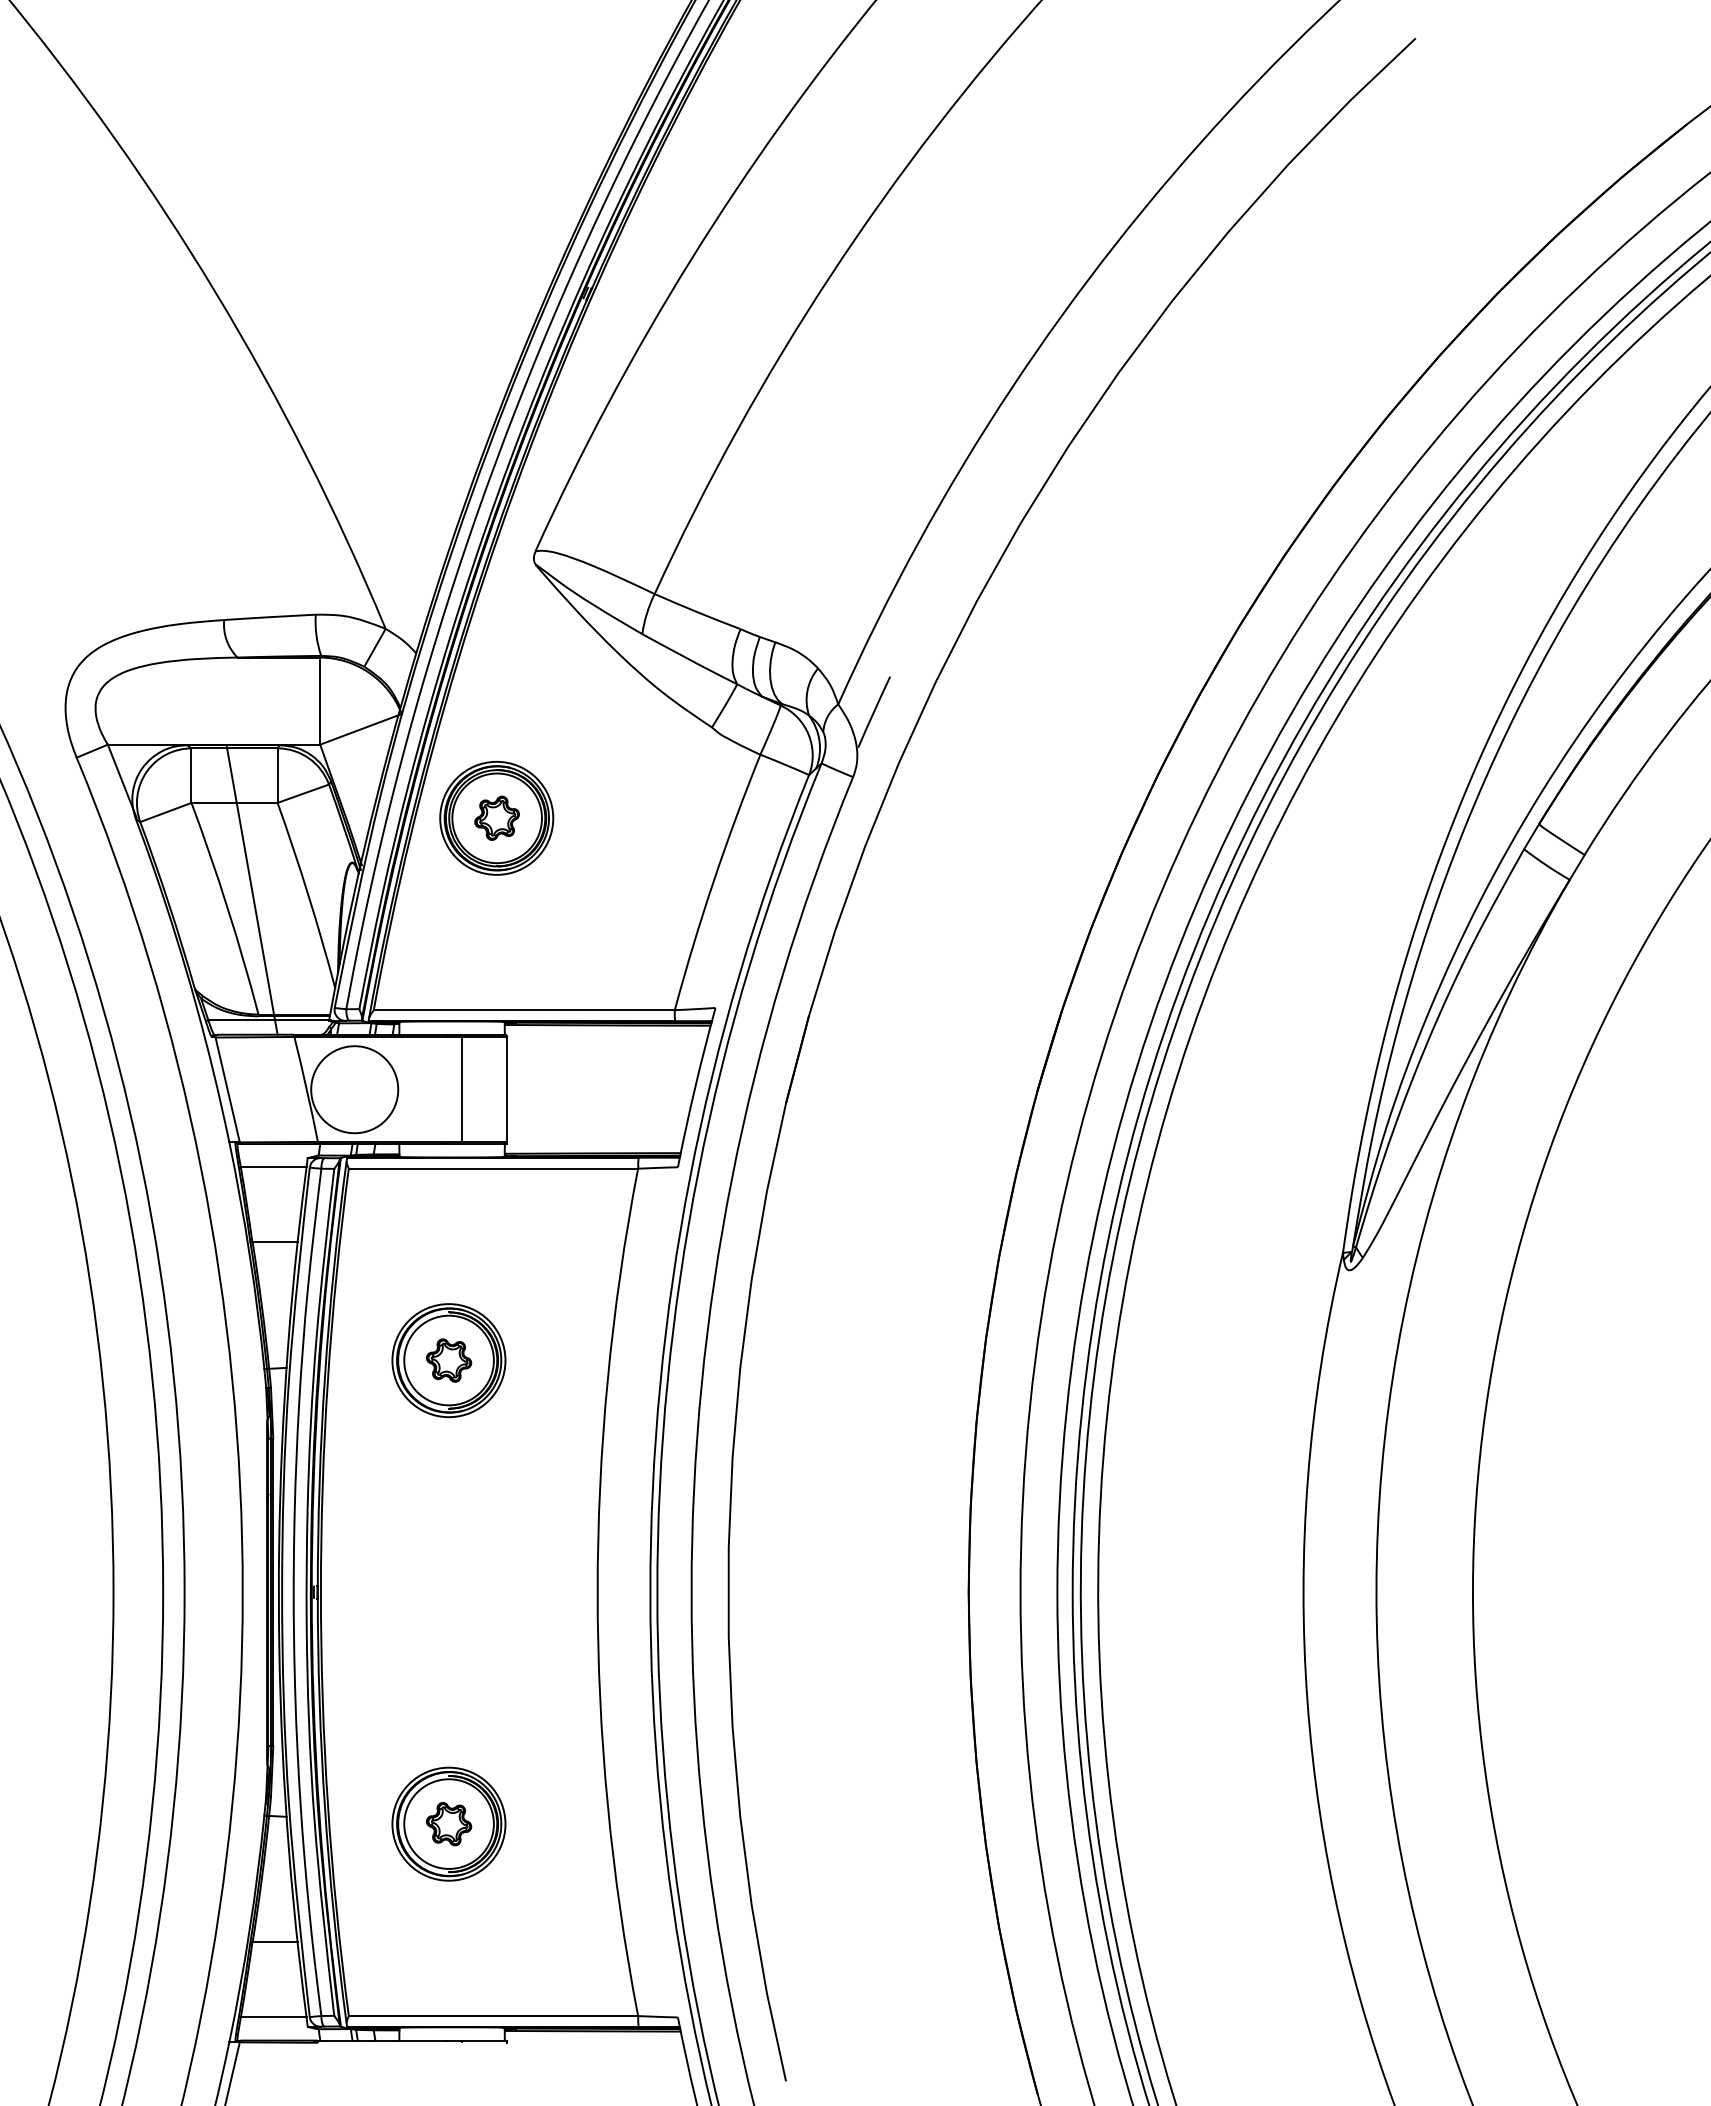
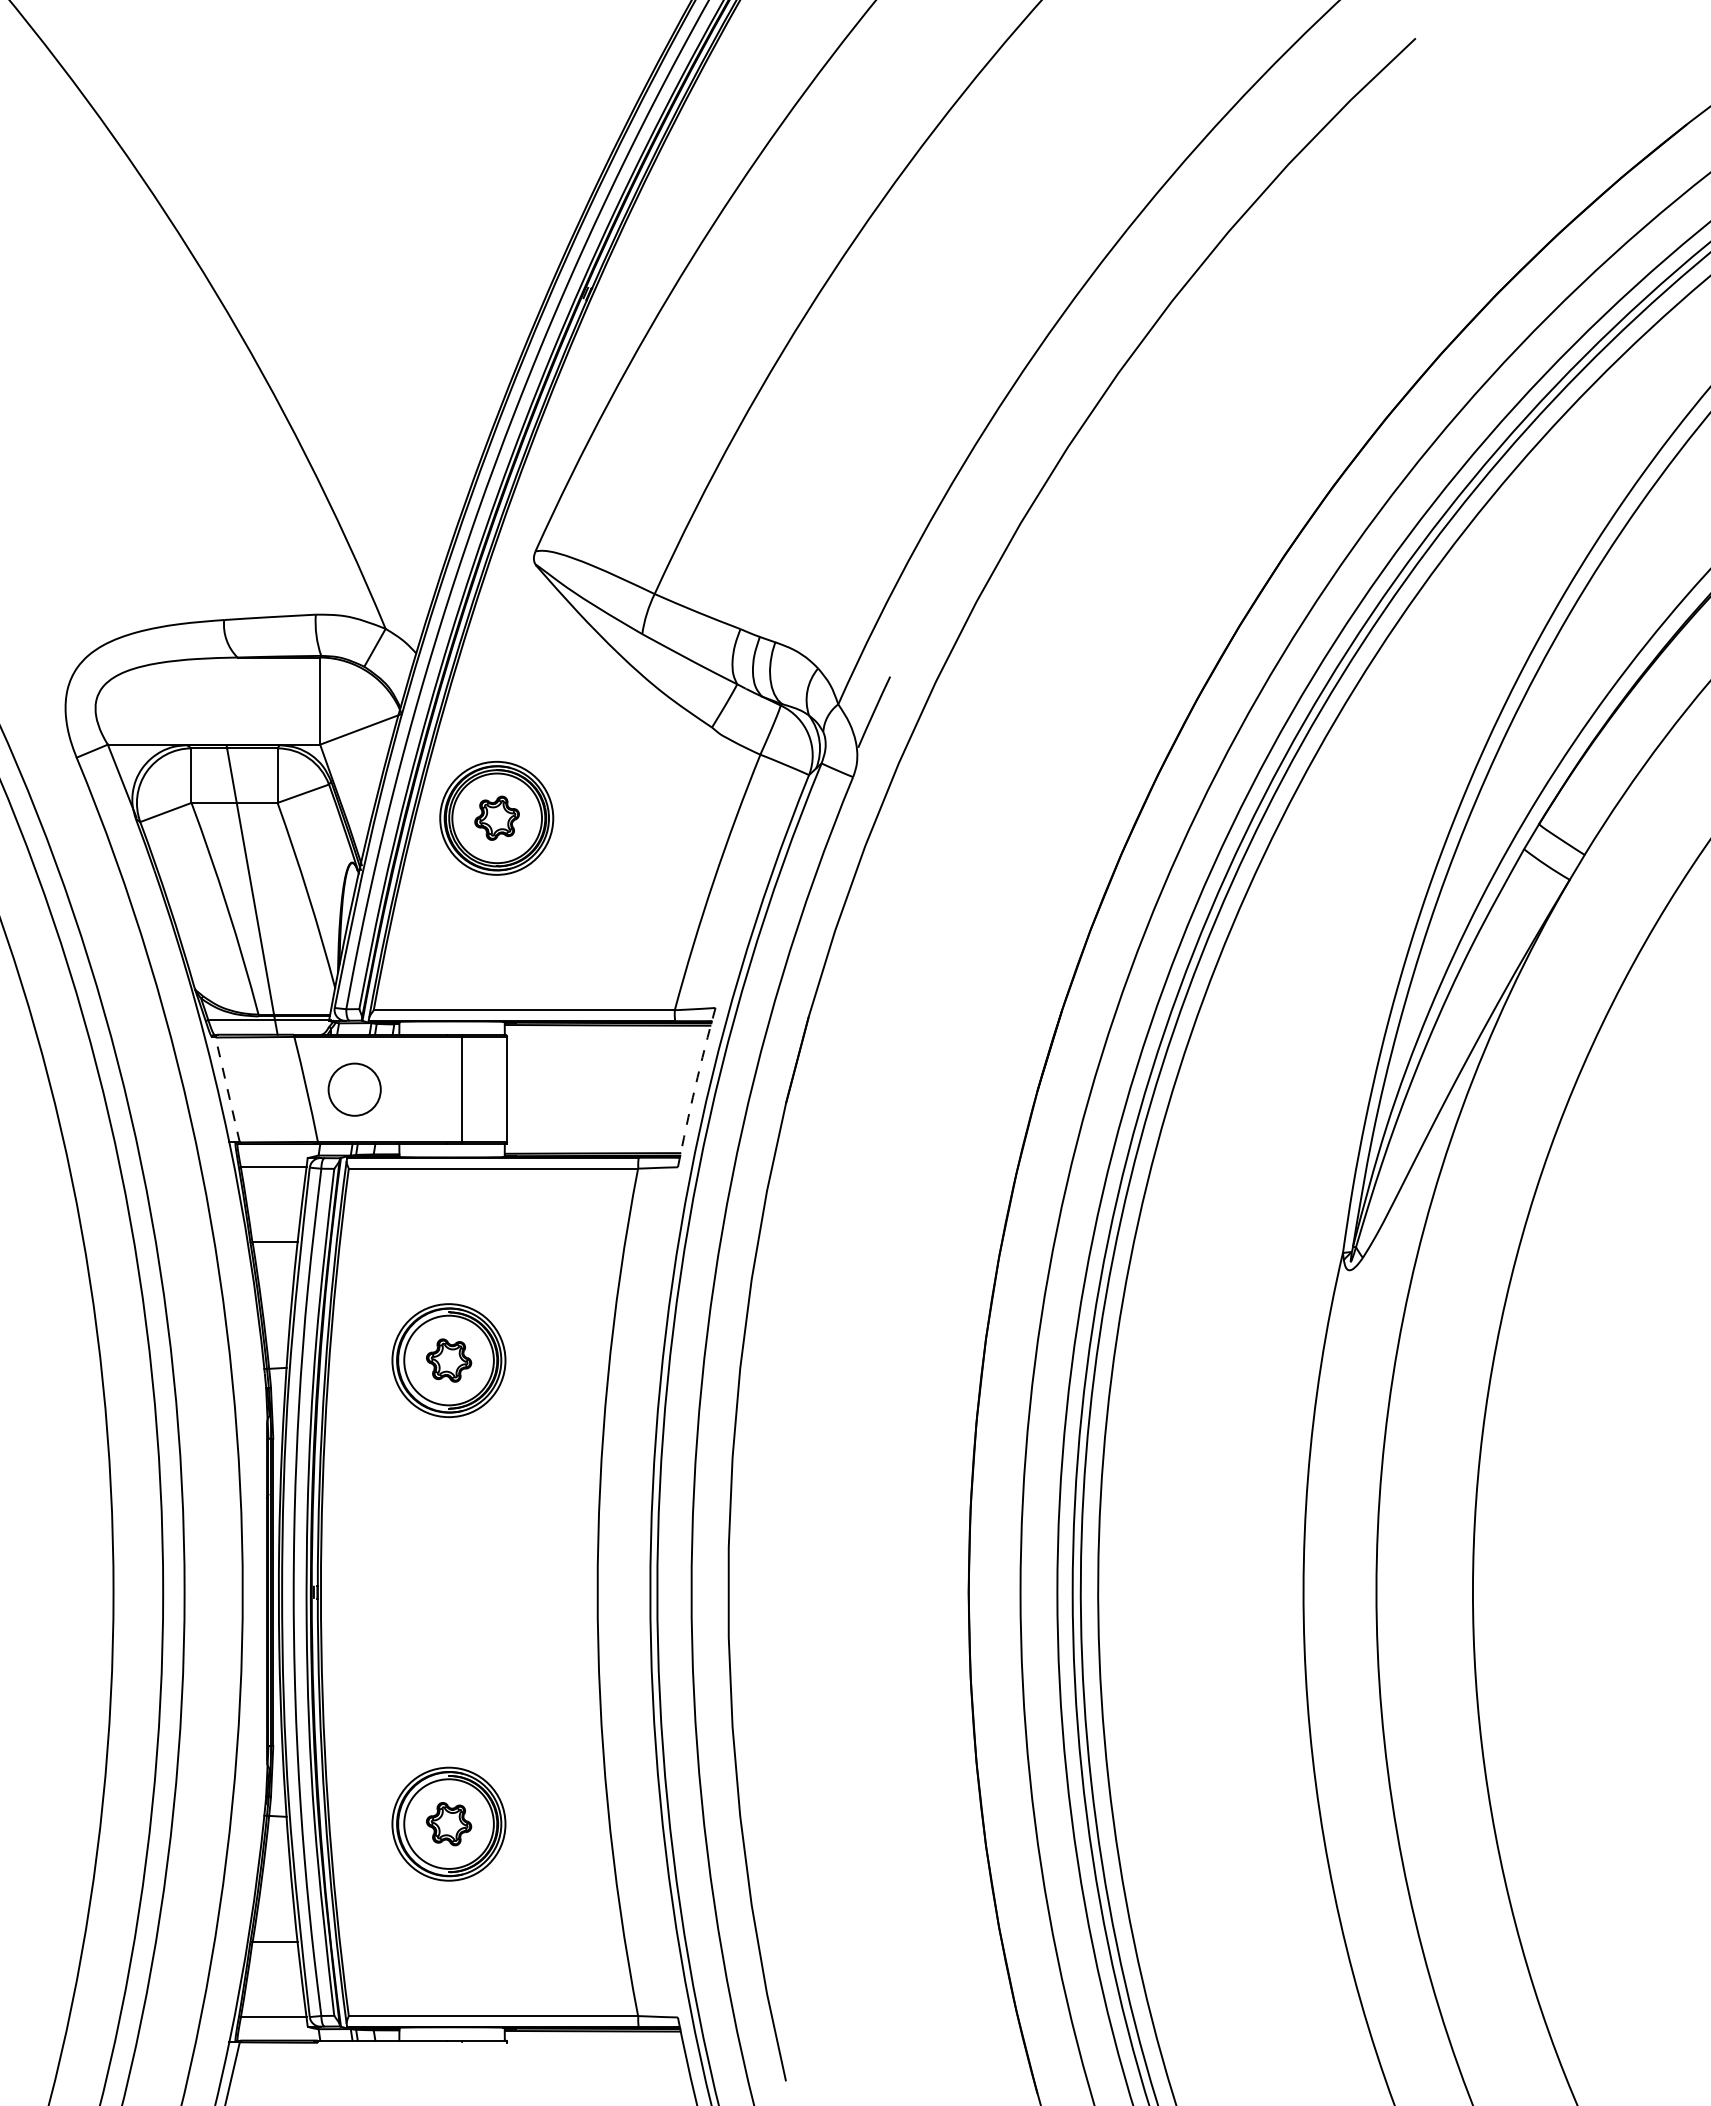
arc at (695, 1087): solid -> dashed
line at (227, 1089): solid -> dashed
circle at (354, 1089) diameter: 87 px -> 52 px
